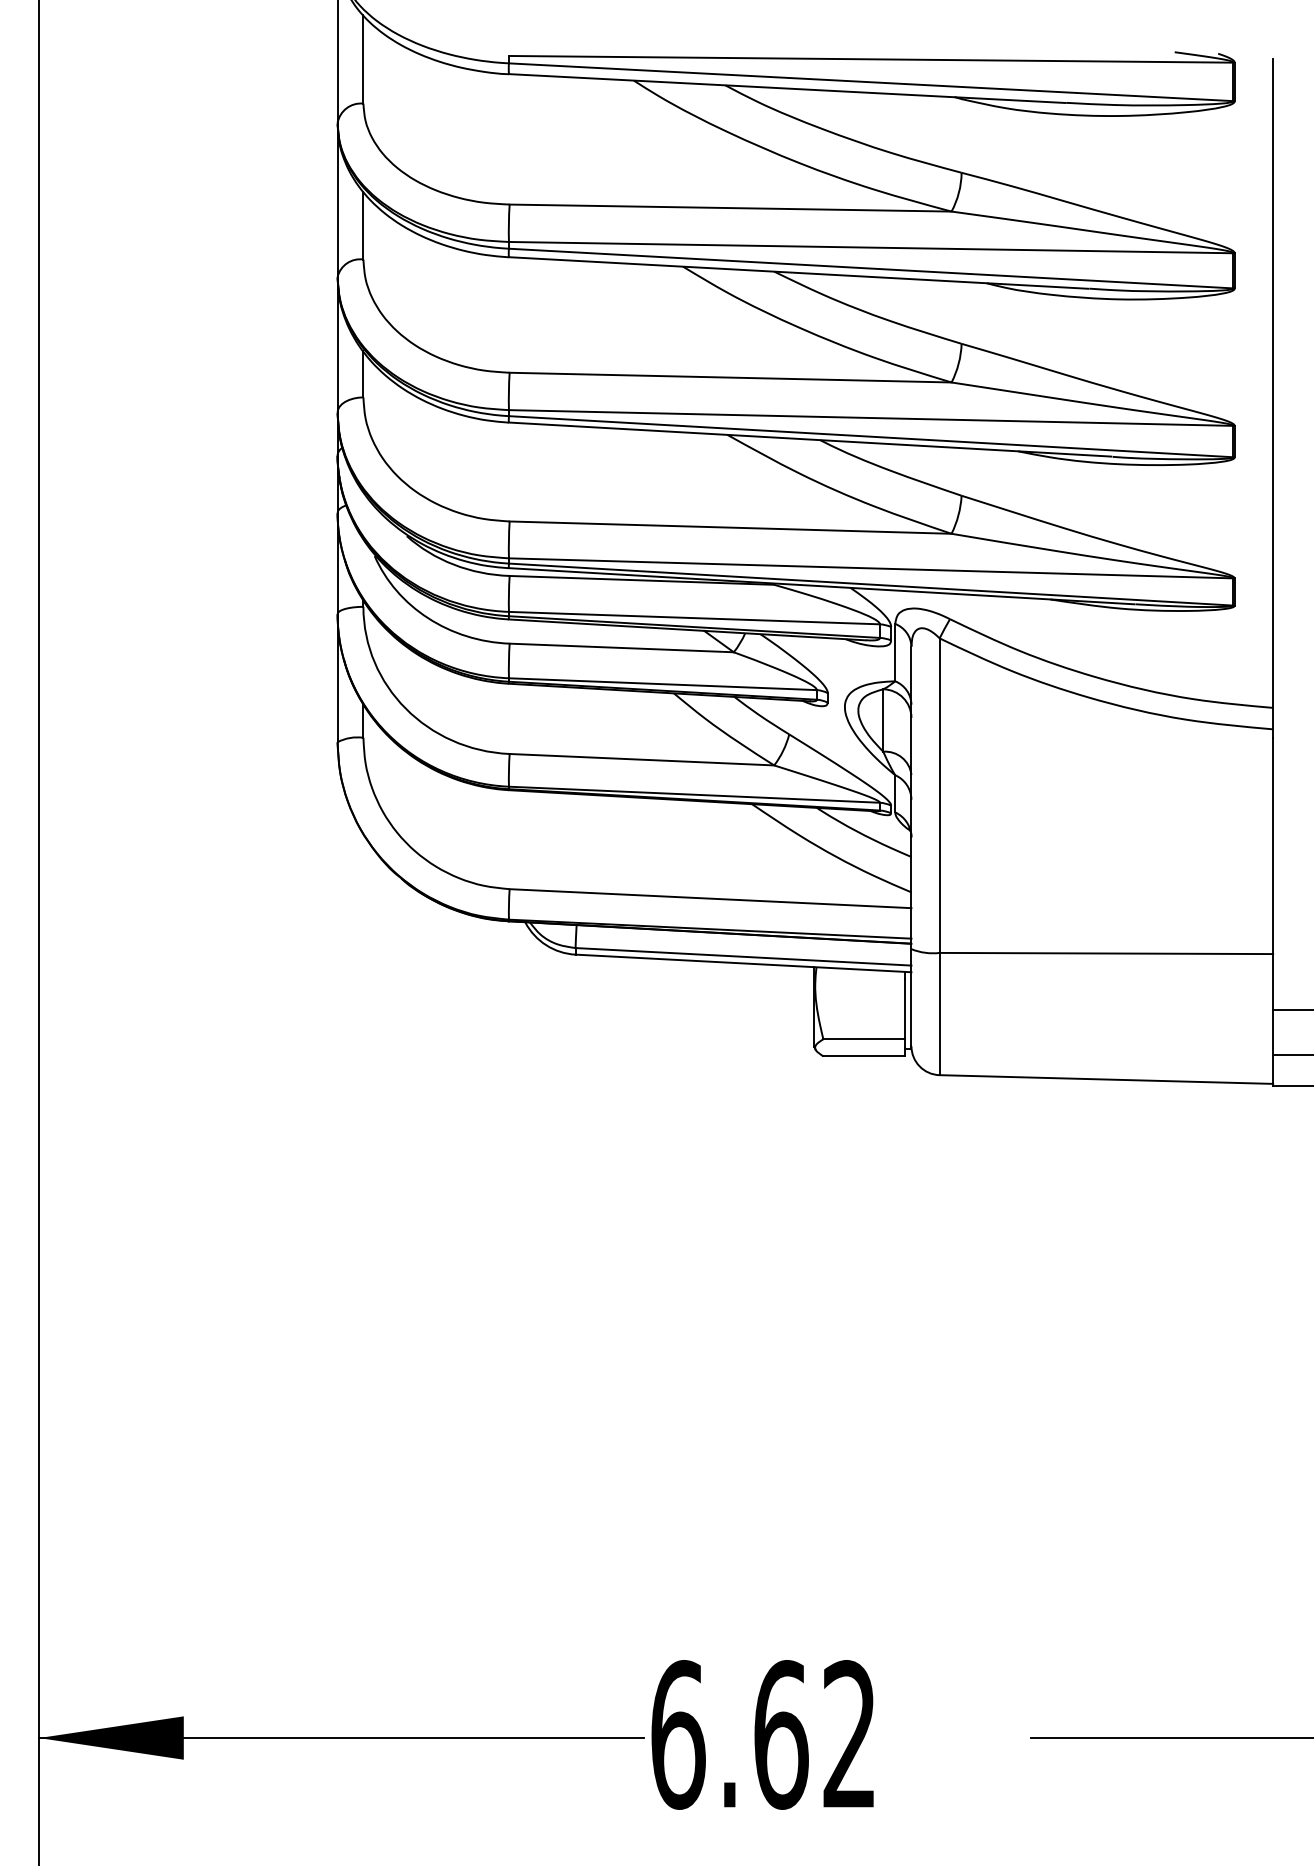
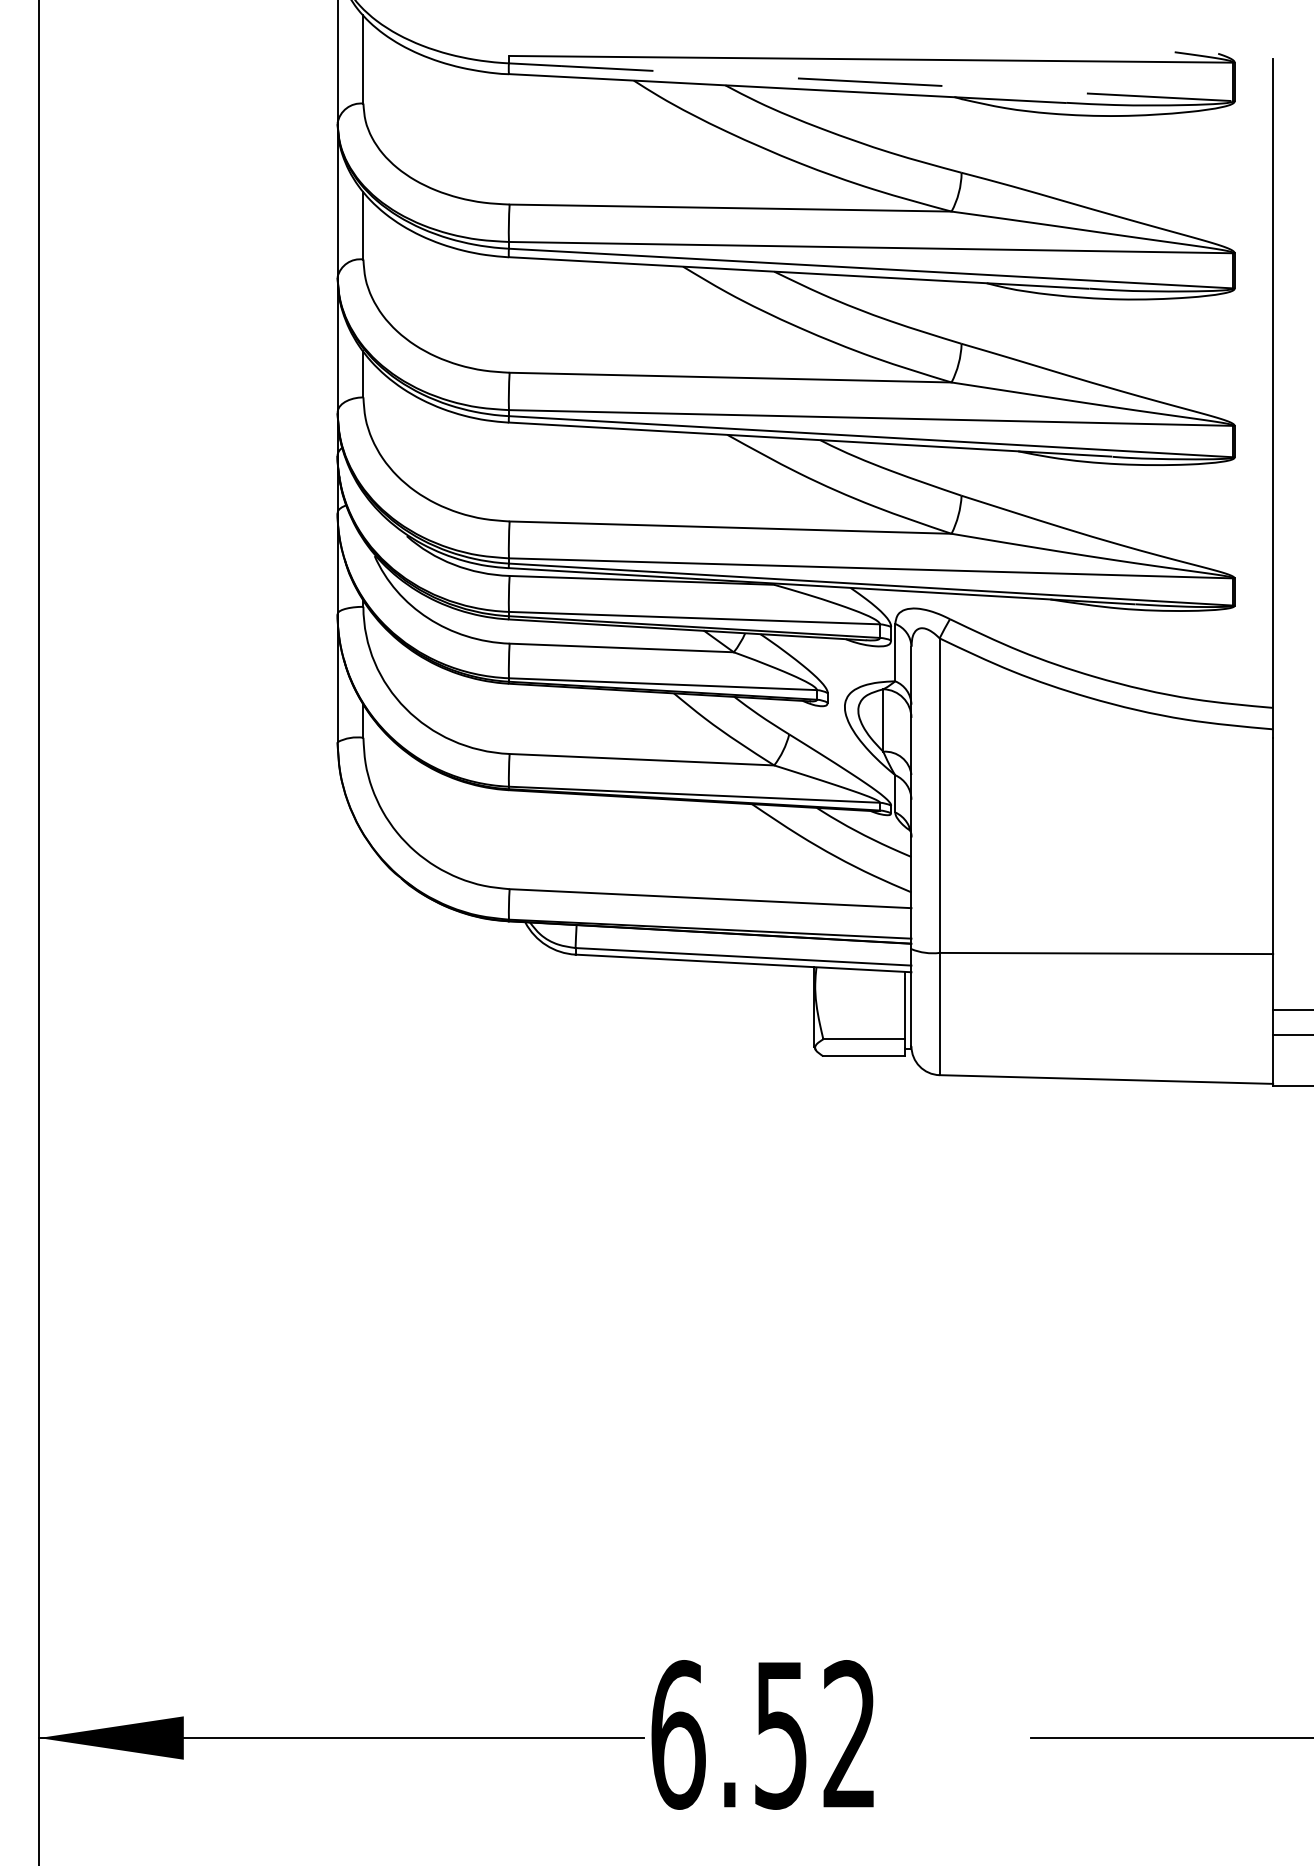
line at (869, 82): solid -> dashed
line at (1291, 1055) position: (1291, 1055) -> (1291, 1035)
text at (781, 1734): 6.62 -> 6.52
